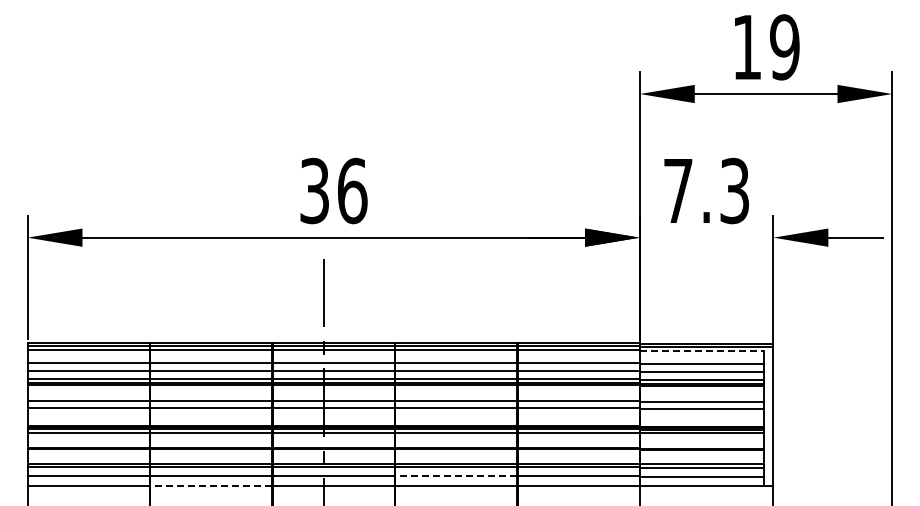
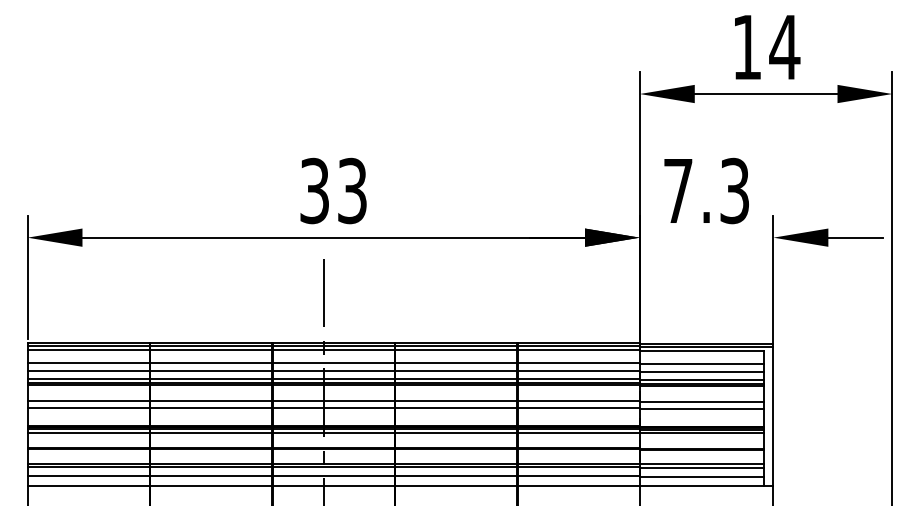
text at (784, 47): 19 -> 14
text at (352, 190): 36 -> 33
line at (702, 351): dashed -> solid
line at (456, 475): dashed -> solid
line at (211, 485): dashed -> solid
